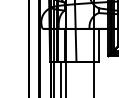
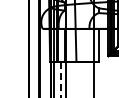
line at (60, 79): solid -> dashed
